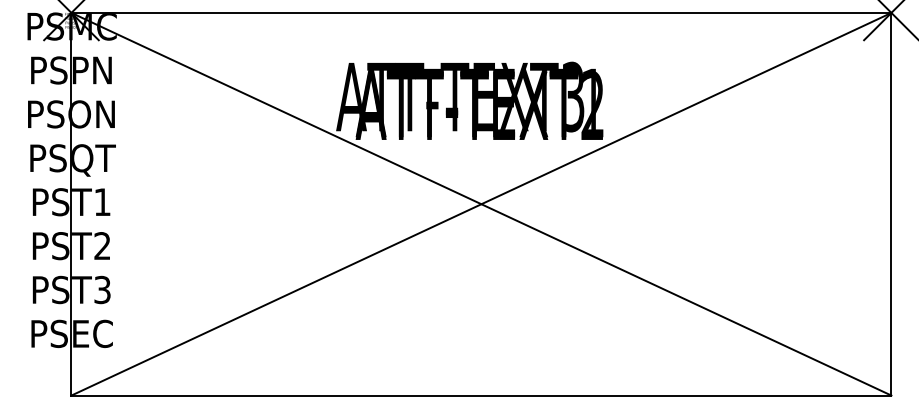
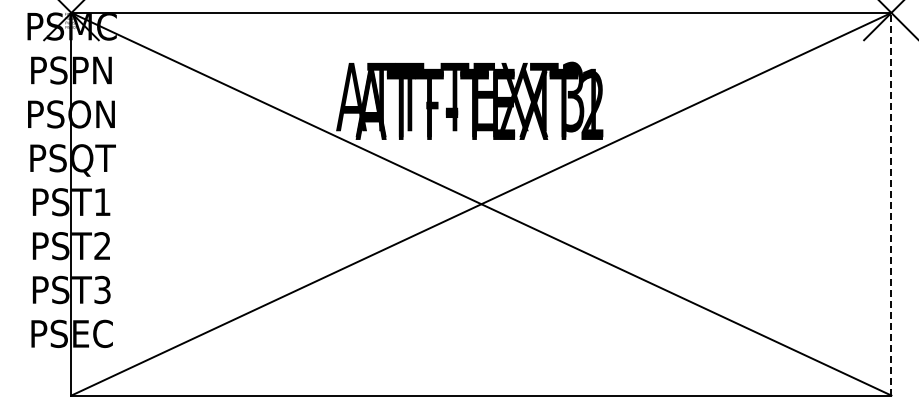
line at (891, 203): solid -> dashed
